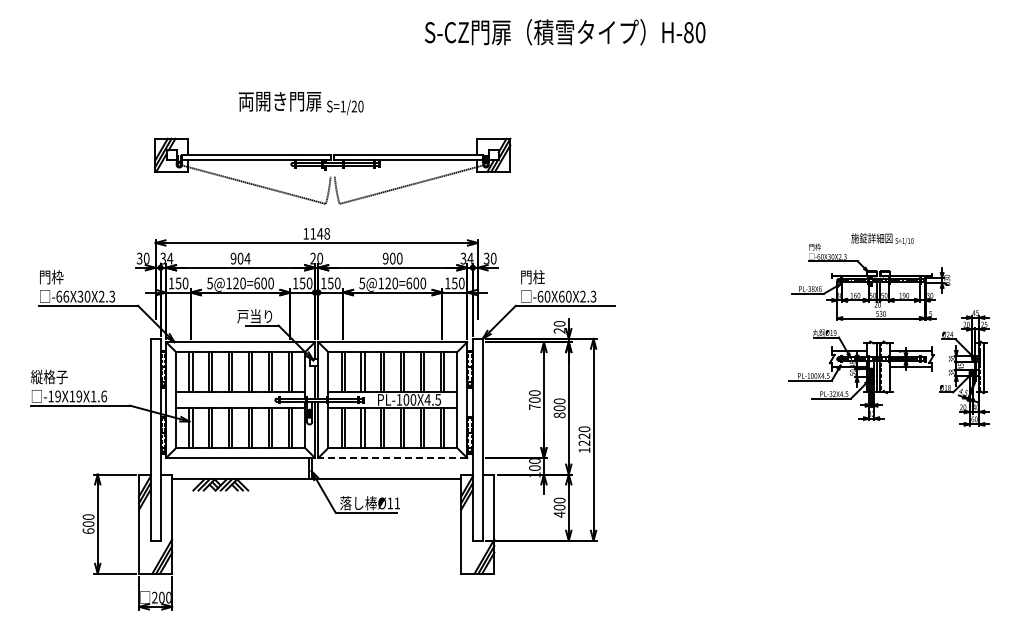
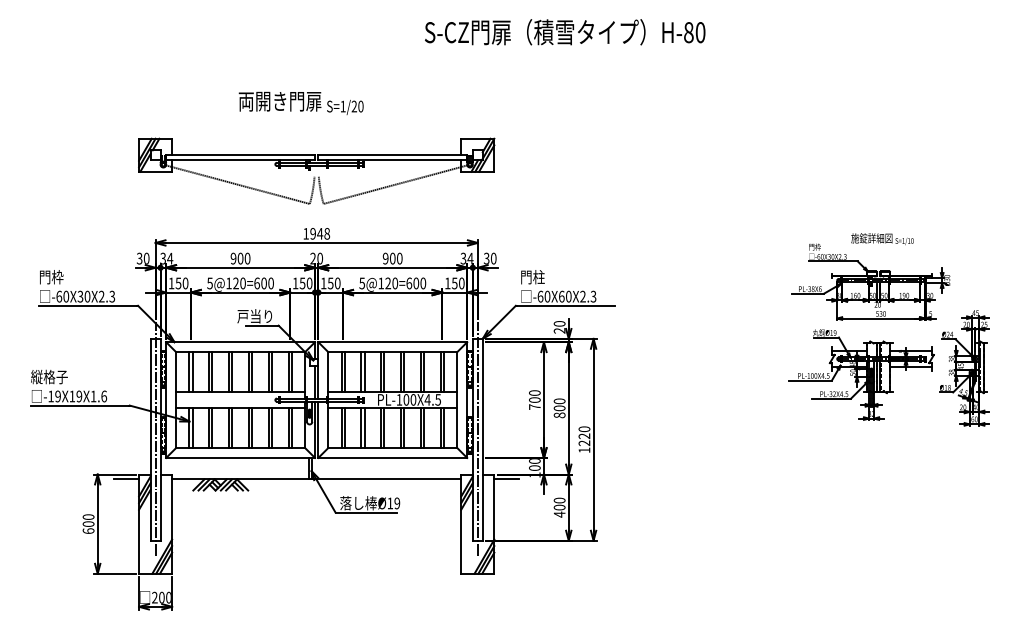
part at (332, 170) position: (332, 170) -> (316, 170)
text at (312, 233): 1148 -> 1948
text at (247, 258): 904 -> 900
text at (66, 296): -66X30X2.3 -> -60X30X2.3
line at (155, 439): none -> present
line at (477, 439): none -> present
line at (392, 457): dashed -> solid
line at (126, 479): none -> present
line at (506, 479): none -> present
text at (397, 503): Ø11 -> Ø19
